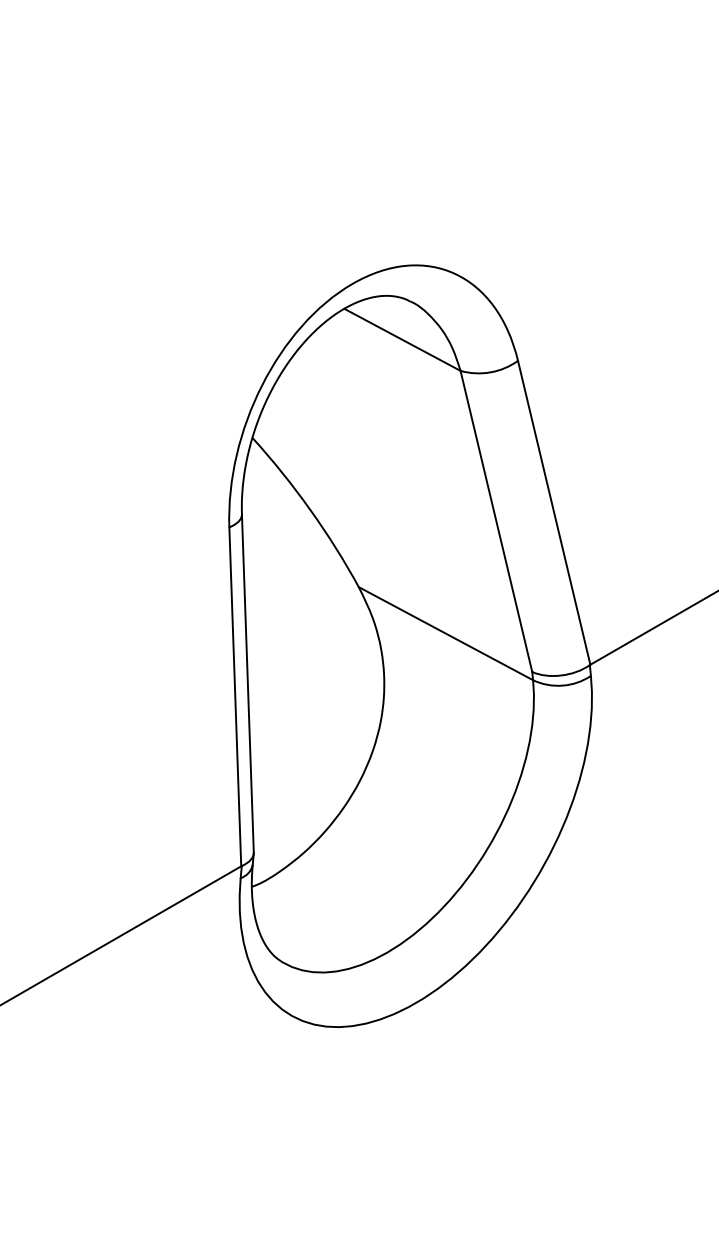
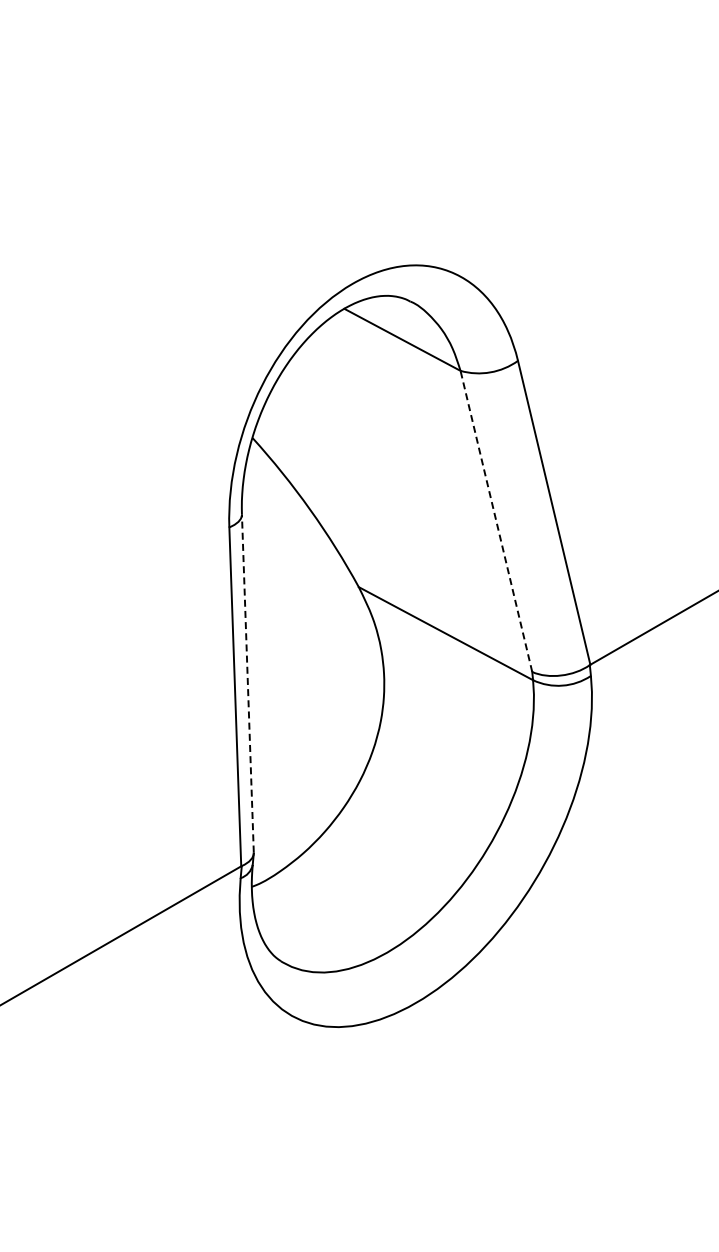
line at (496, 521): solid -> dashed
line at (247, 683): solid -> dashed
